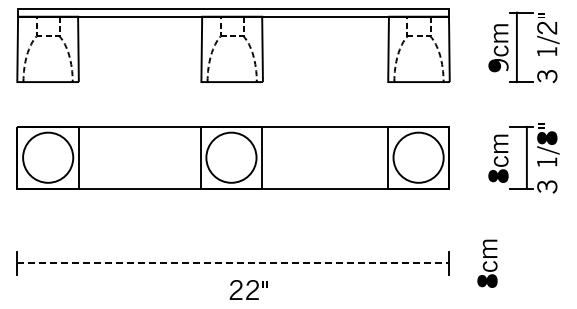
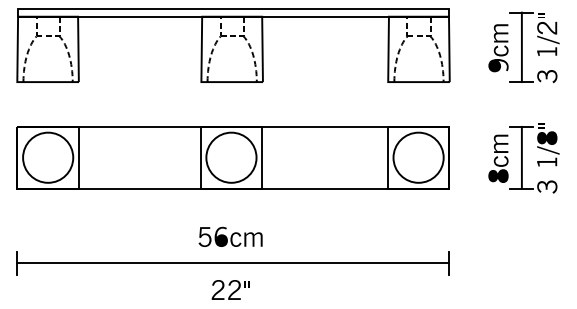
line at (516, 47) position: (516, 47) -> (521, 47)
line at (526, 157) position: (526, 157) -> (521, 157)
part at (230, 236): none -> present
line at (233, 263): dashed -> solid
part at (487, 263): present -> none
part at (248, 289) position: (248, 289) -> (230, 289)
